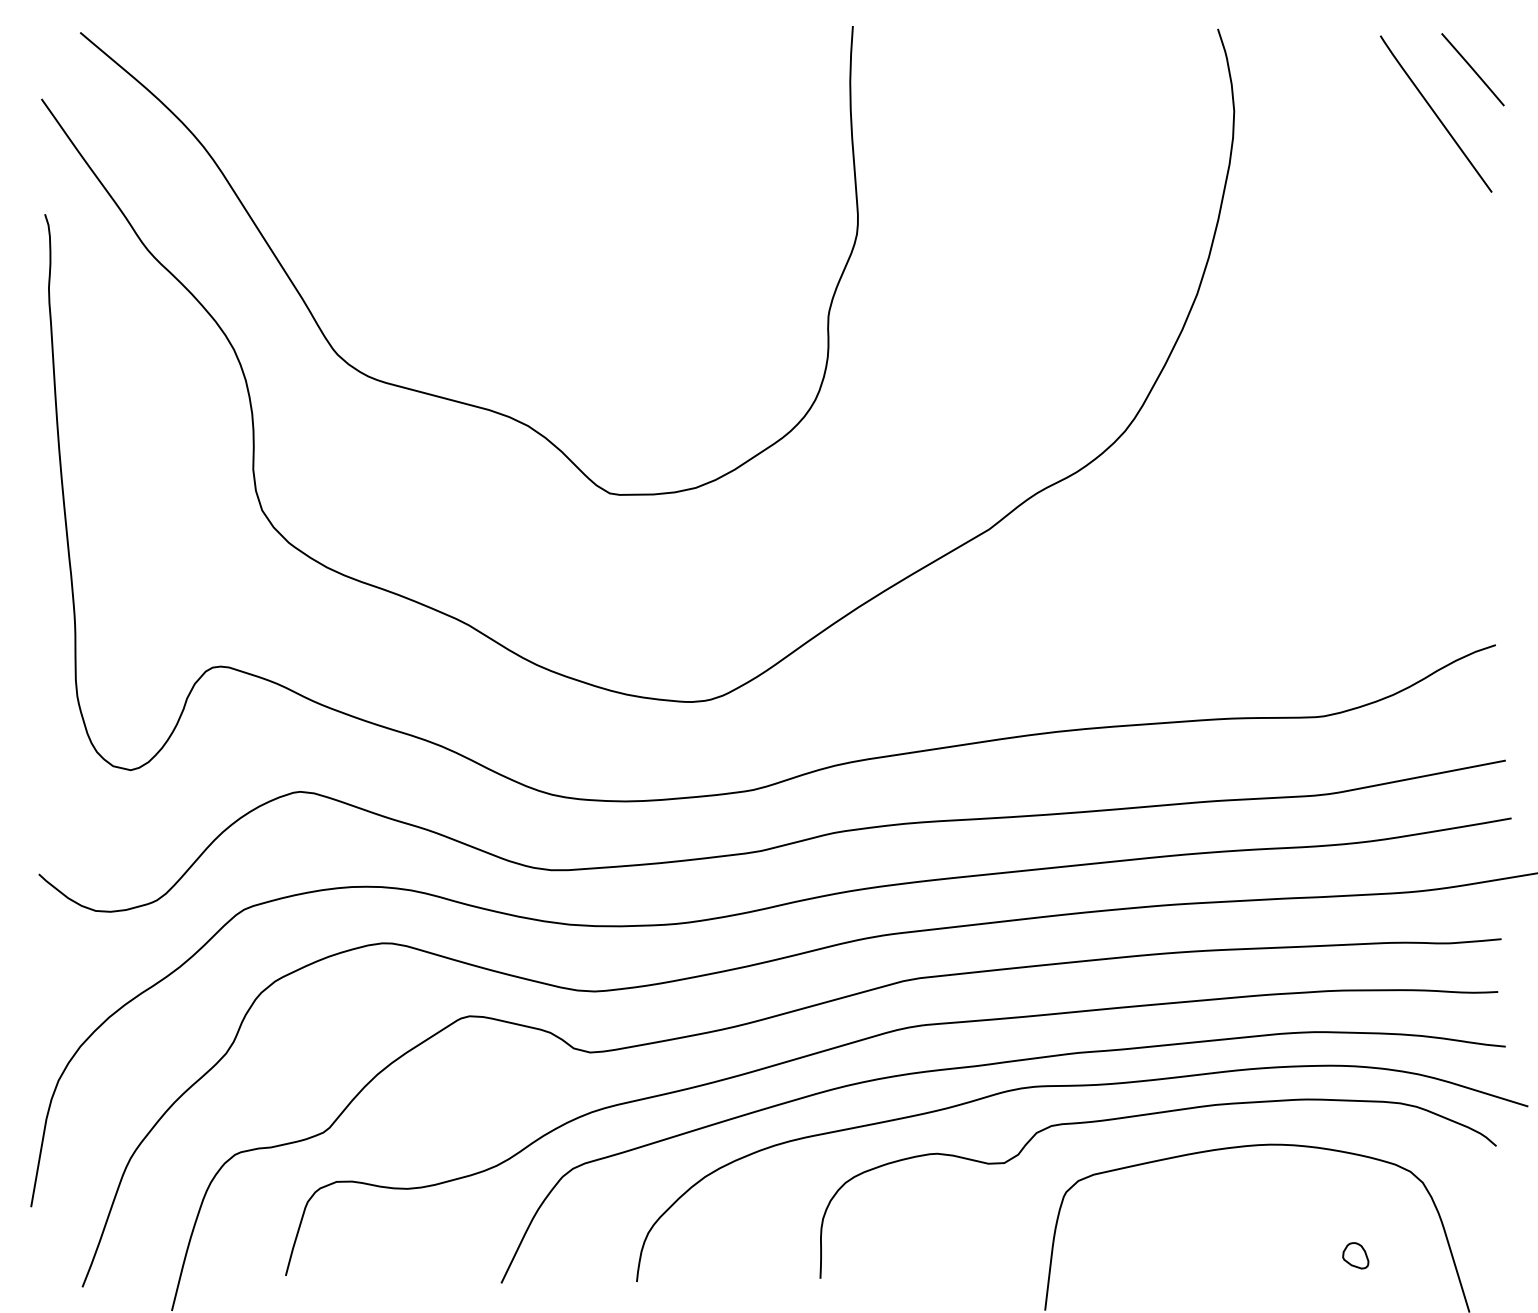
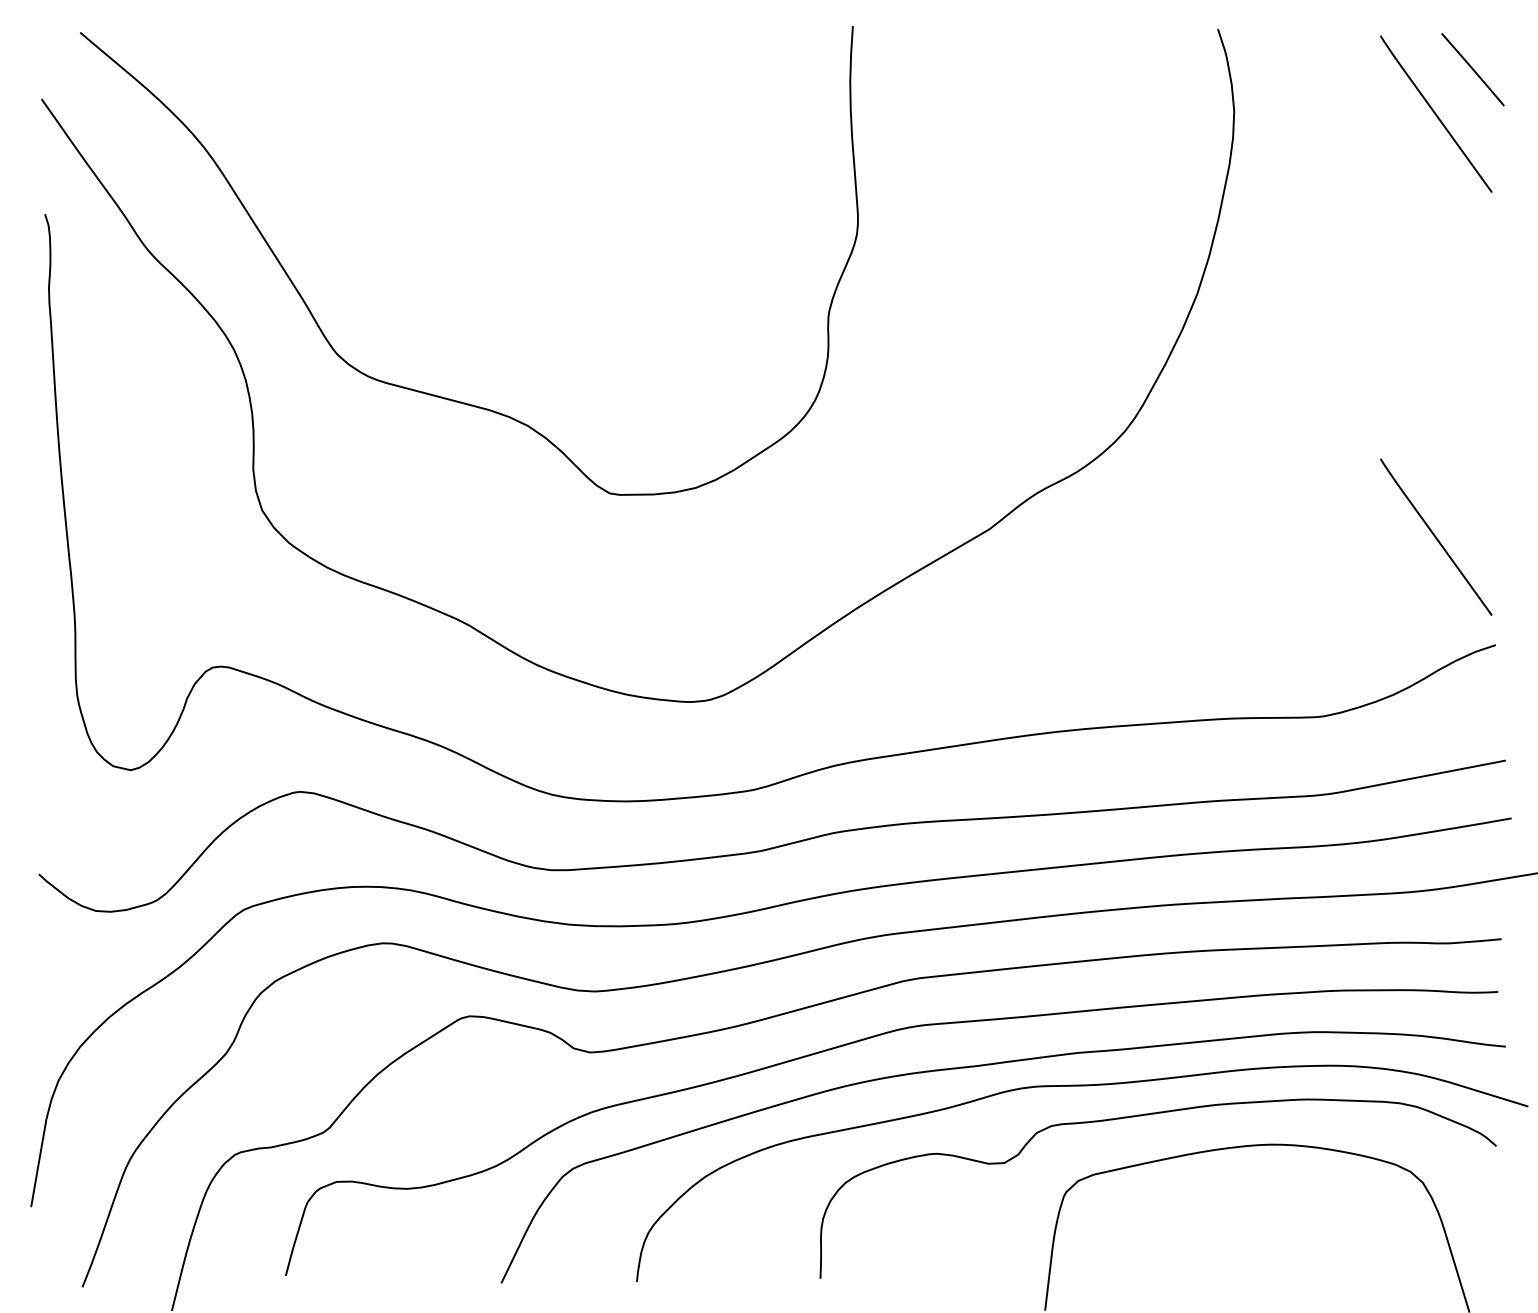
curve at (1436, 536): none -> present
part at (1355, 1255): present -> none
